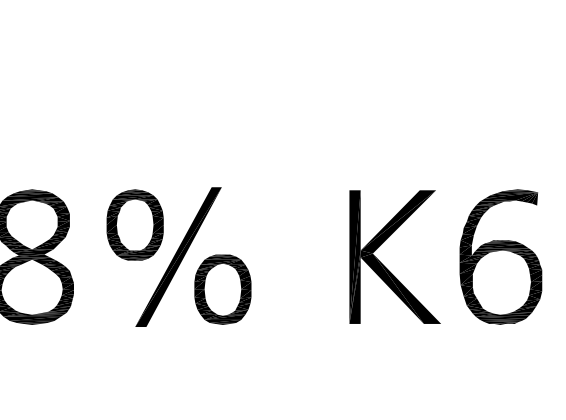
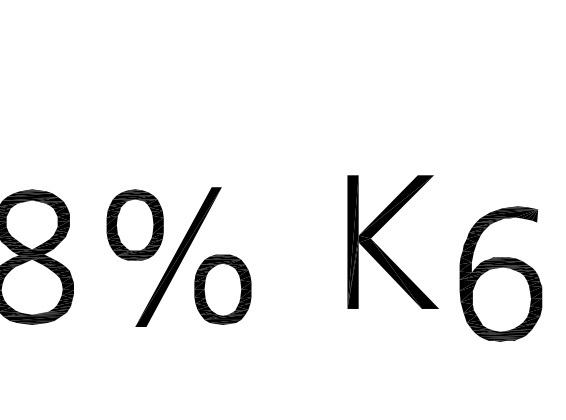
part at (500, 256) position: (500, 256) -> (500, 273)
part at (384, 265) position: (384, 265) -> (382, 250)
